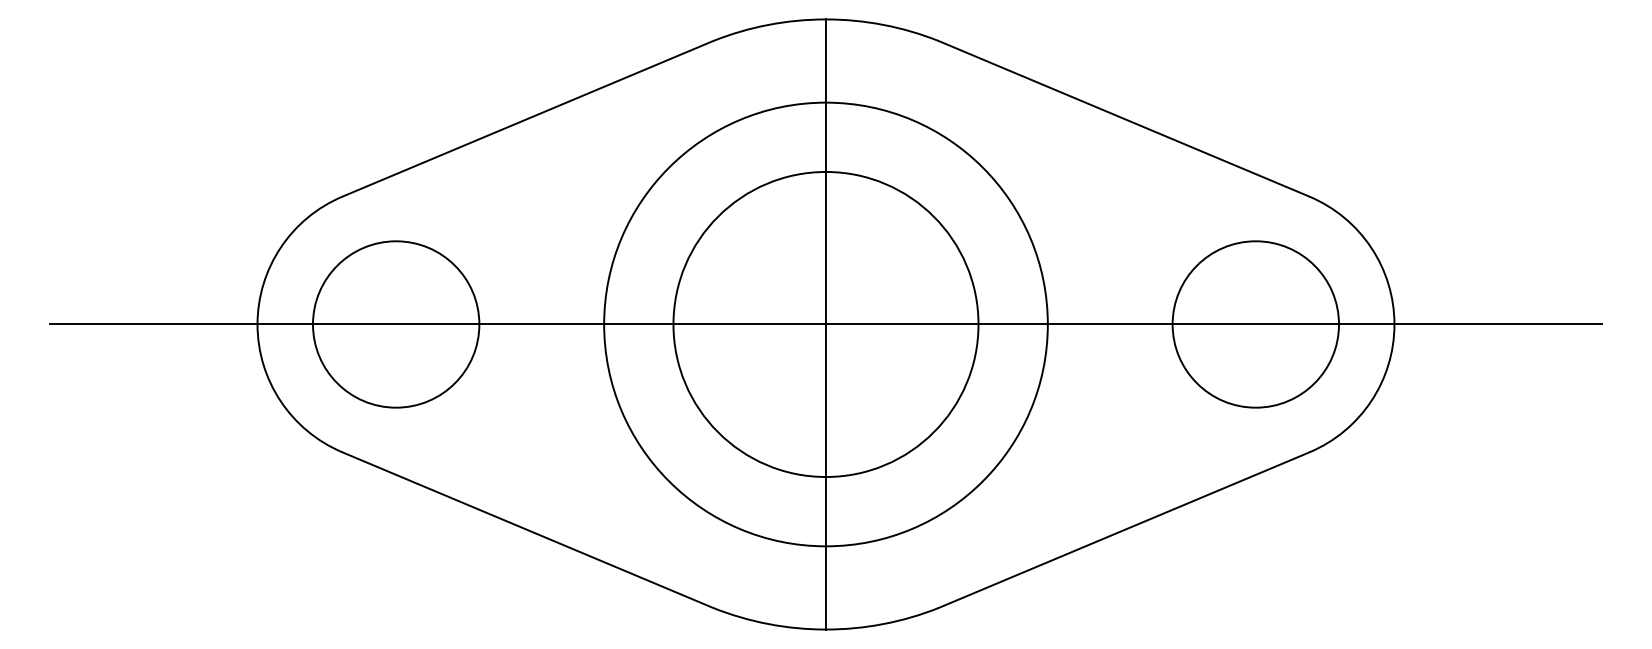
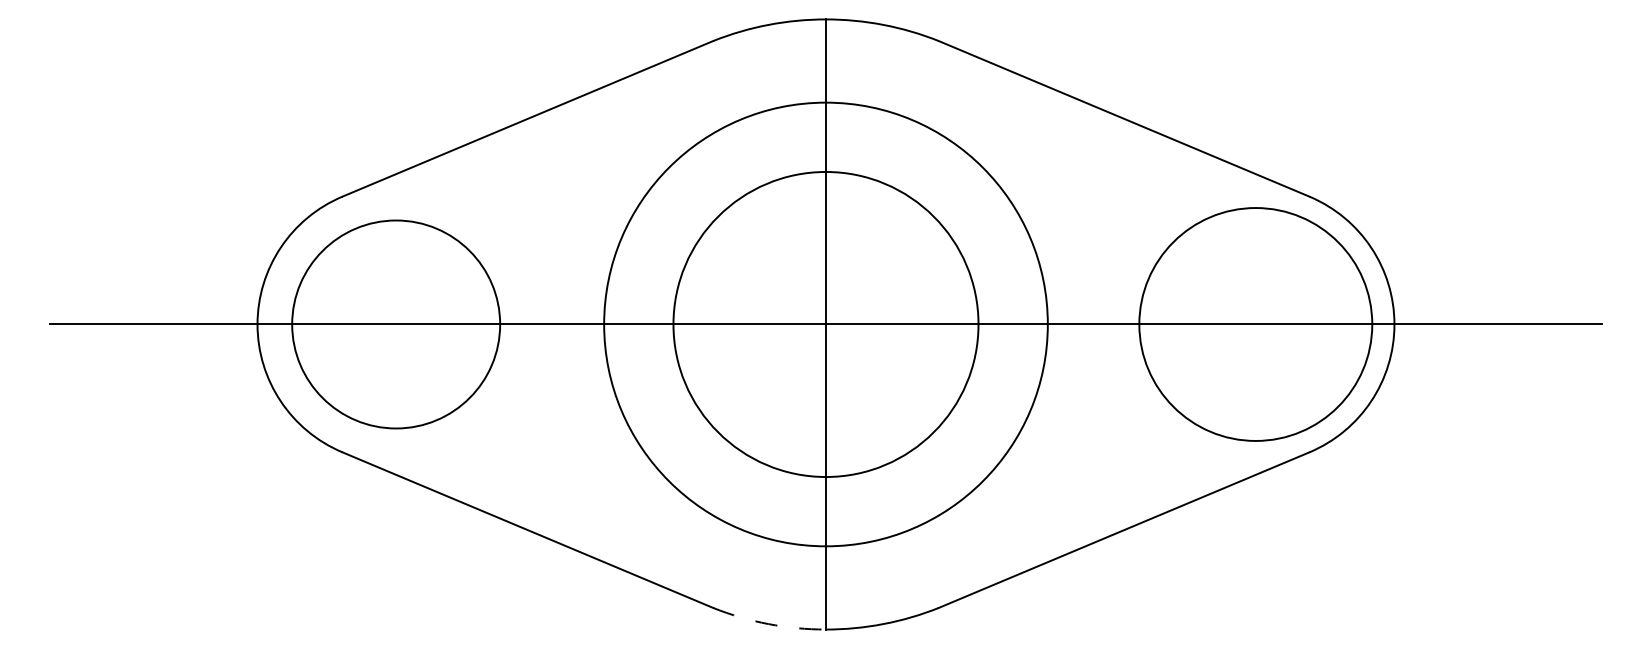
circle at (395, 324) diameter: 166 px -> 208 px
circle at (1255, 324) diameter: 166 px -> 233 px
arc at (768, 624): solid -> dashed
